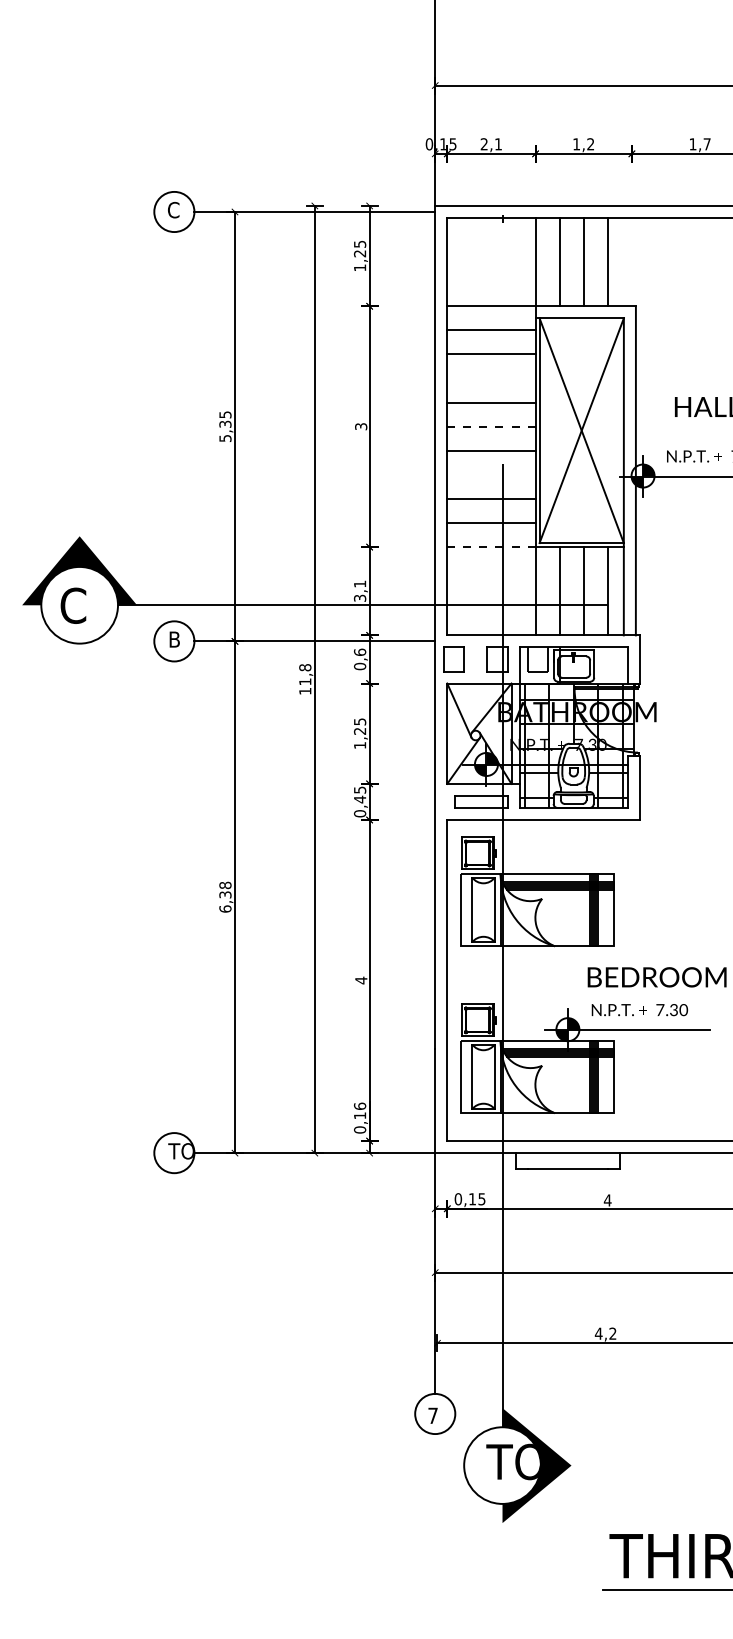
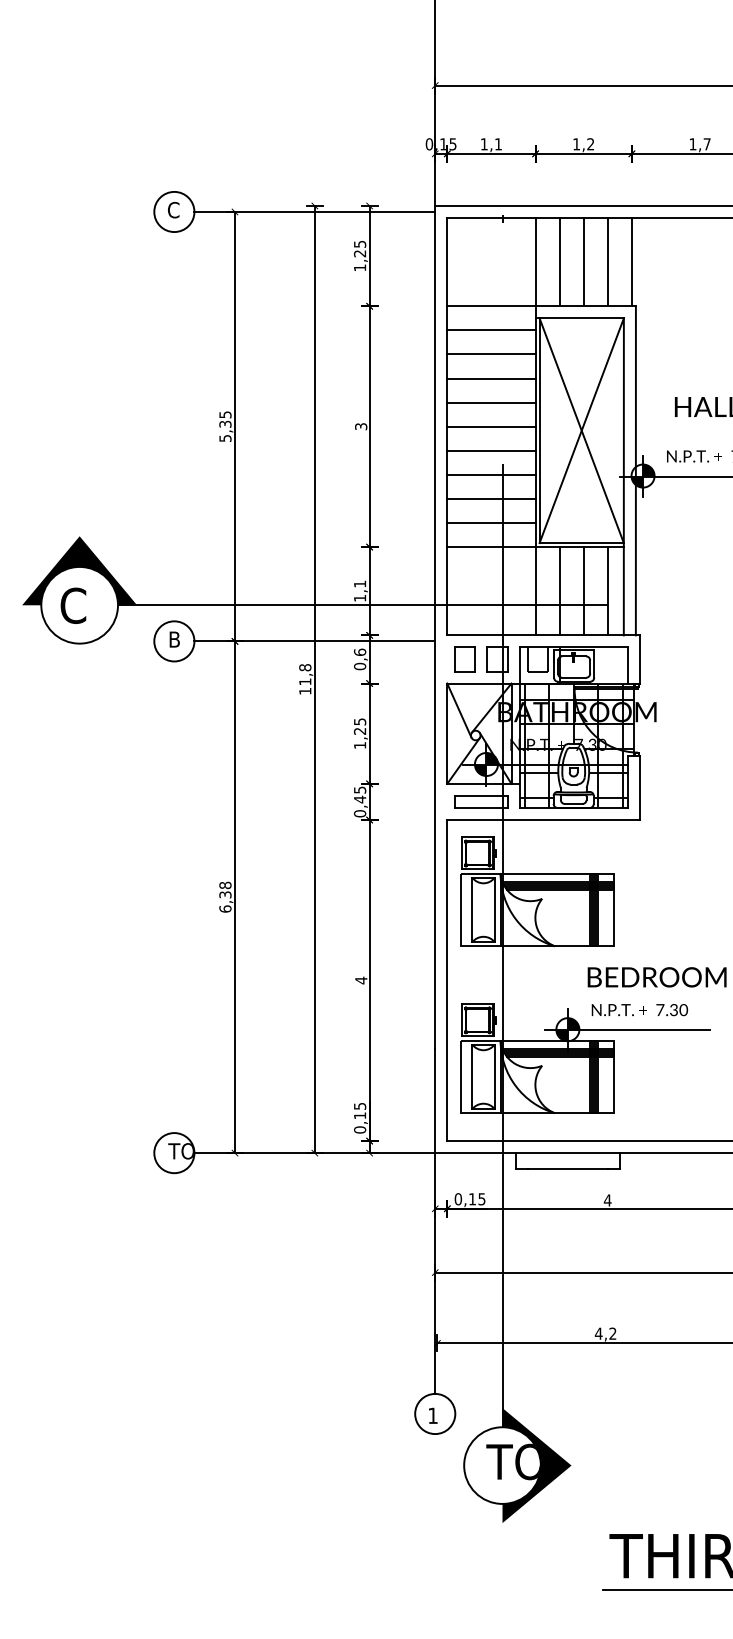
text at (483, 144): 2,1 -> 1,1
line at (631, 262): none -> present
line at (491, 378): none -> present
line at (490, 426): dashed -> solid
line at (491, 474): none -> present
line at (490, 547): dashed -> solid
text at (359, 597): 3,1 -> 1,1
part at (453, 659) position: (453, 659) -> (464, 659)
text at (359, 1105): 0,16 -> 0,15
text at (432, 1415): 7 -> 1
